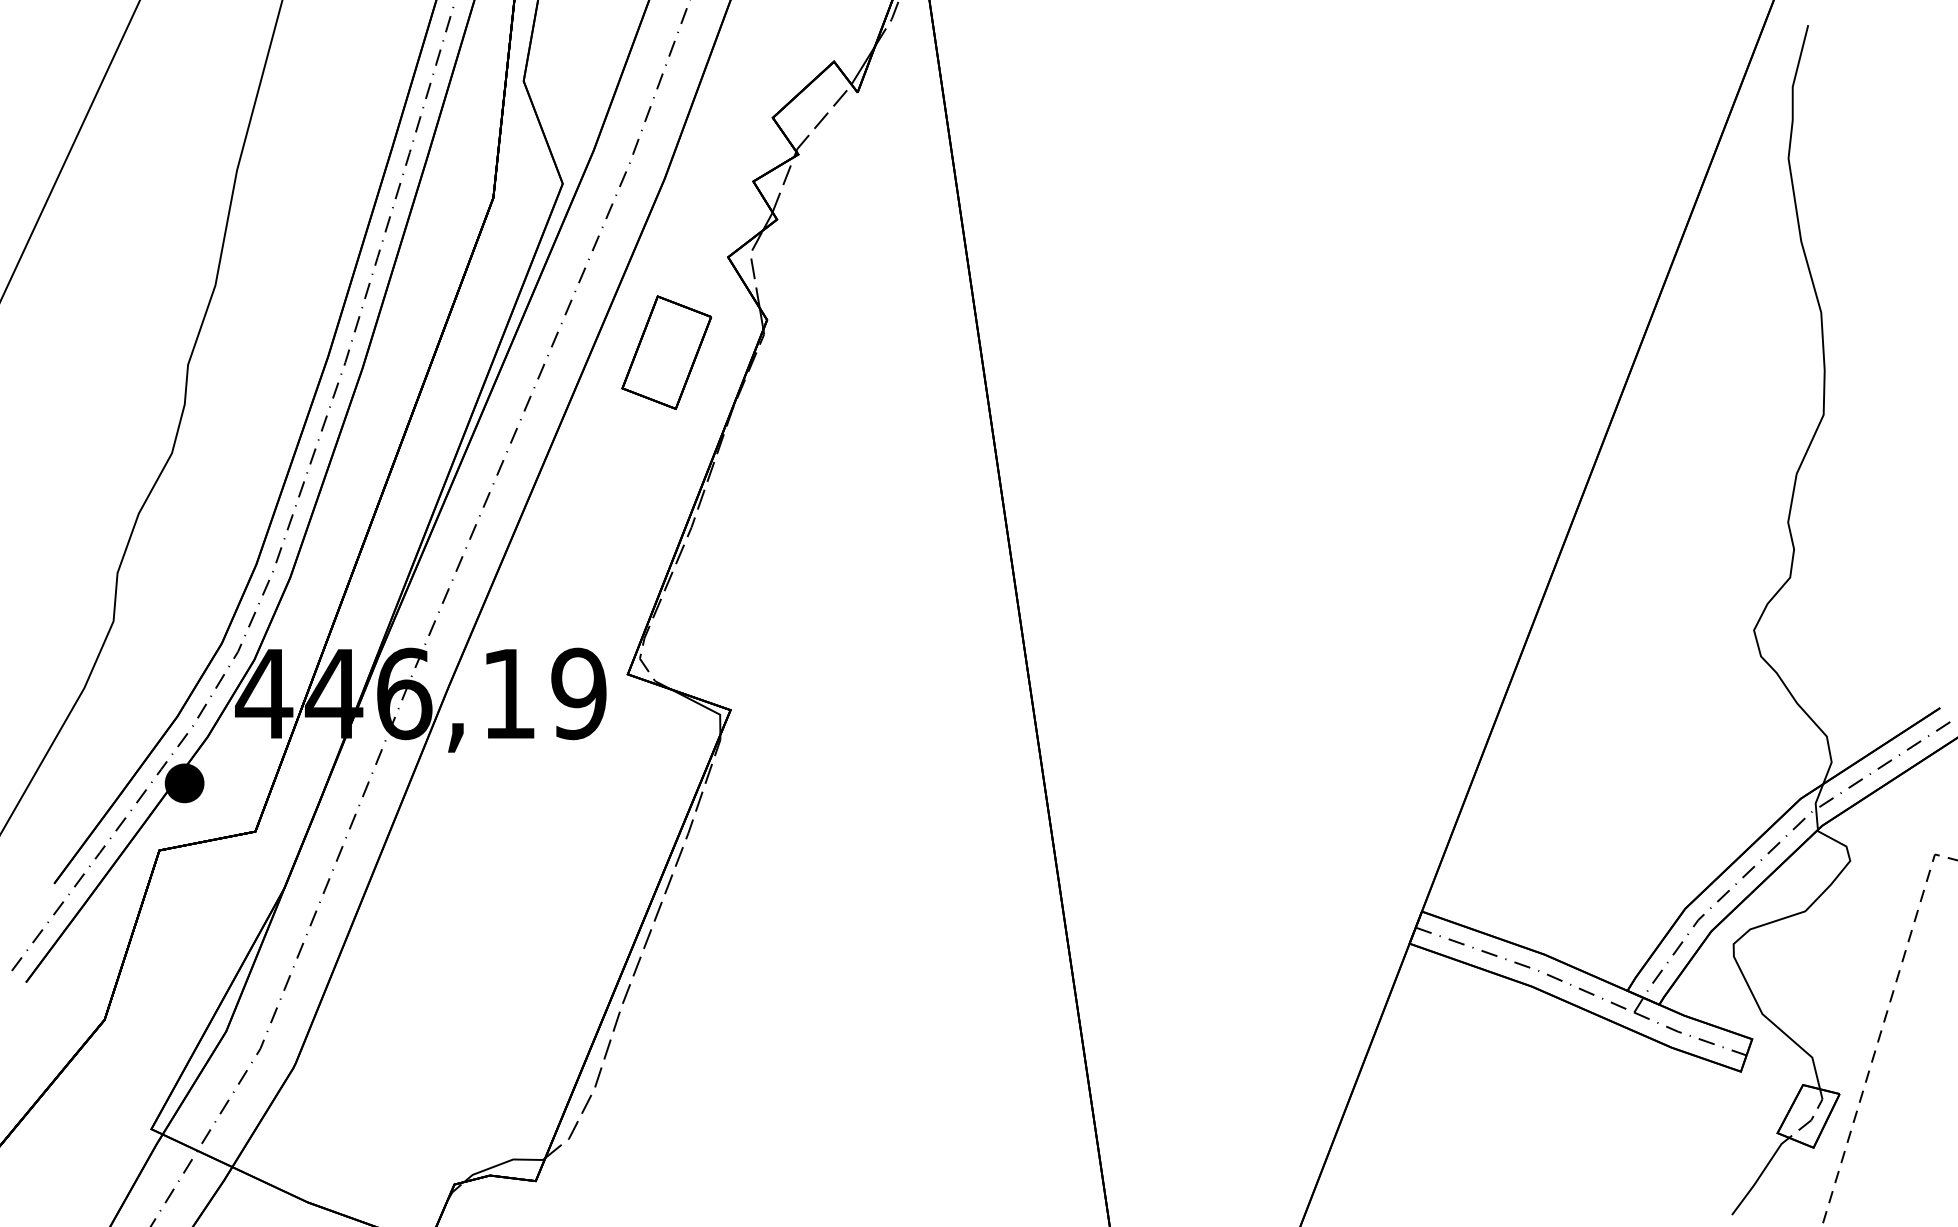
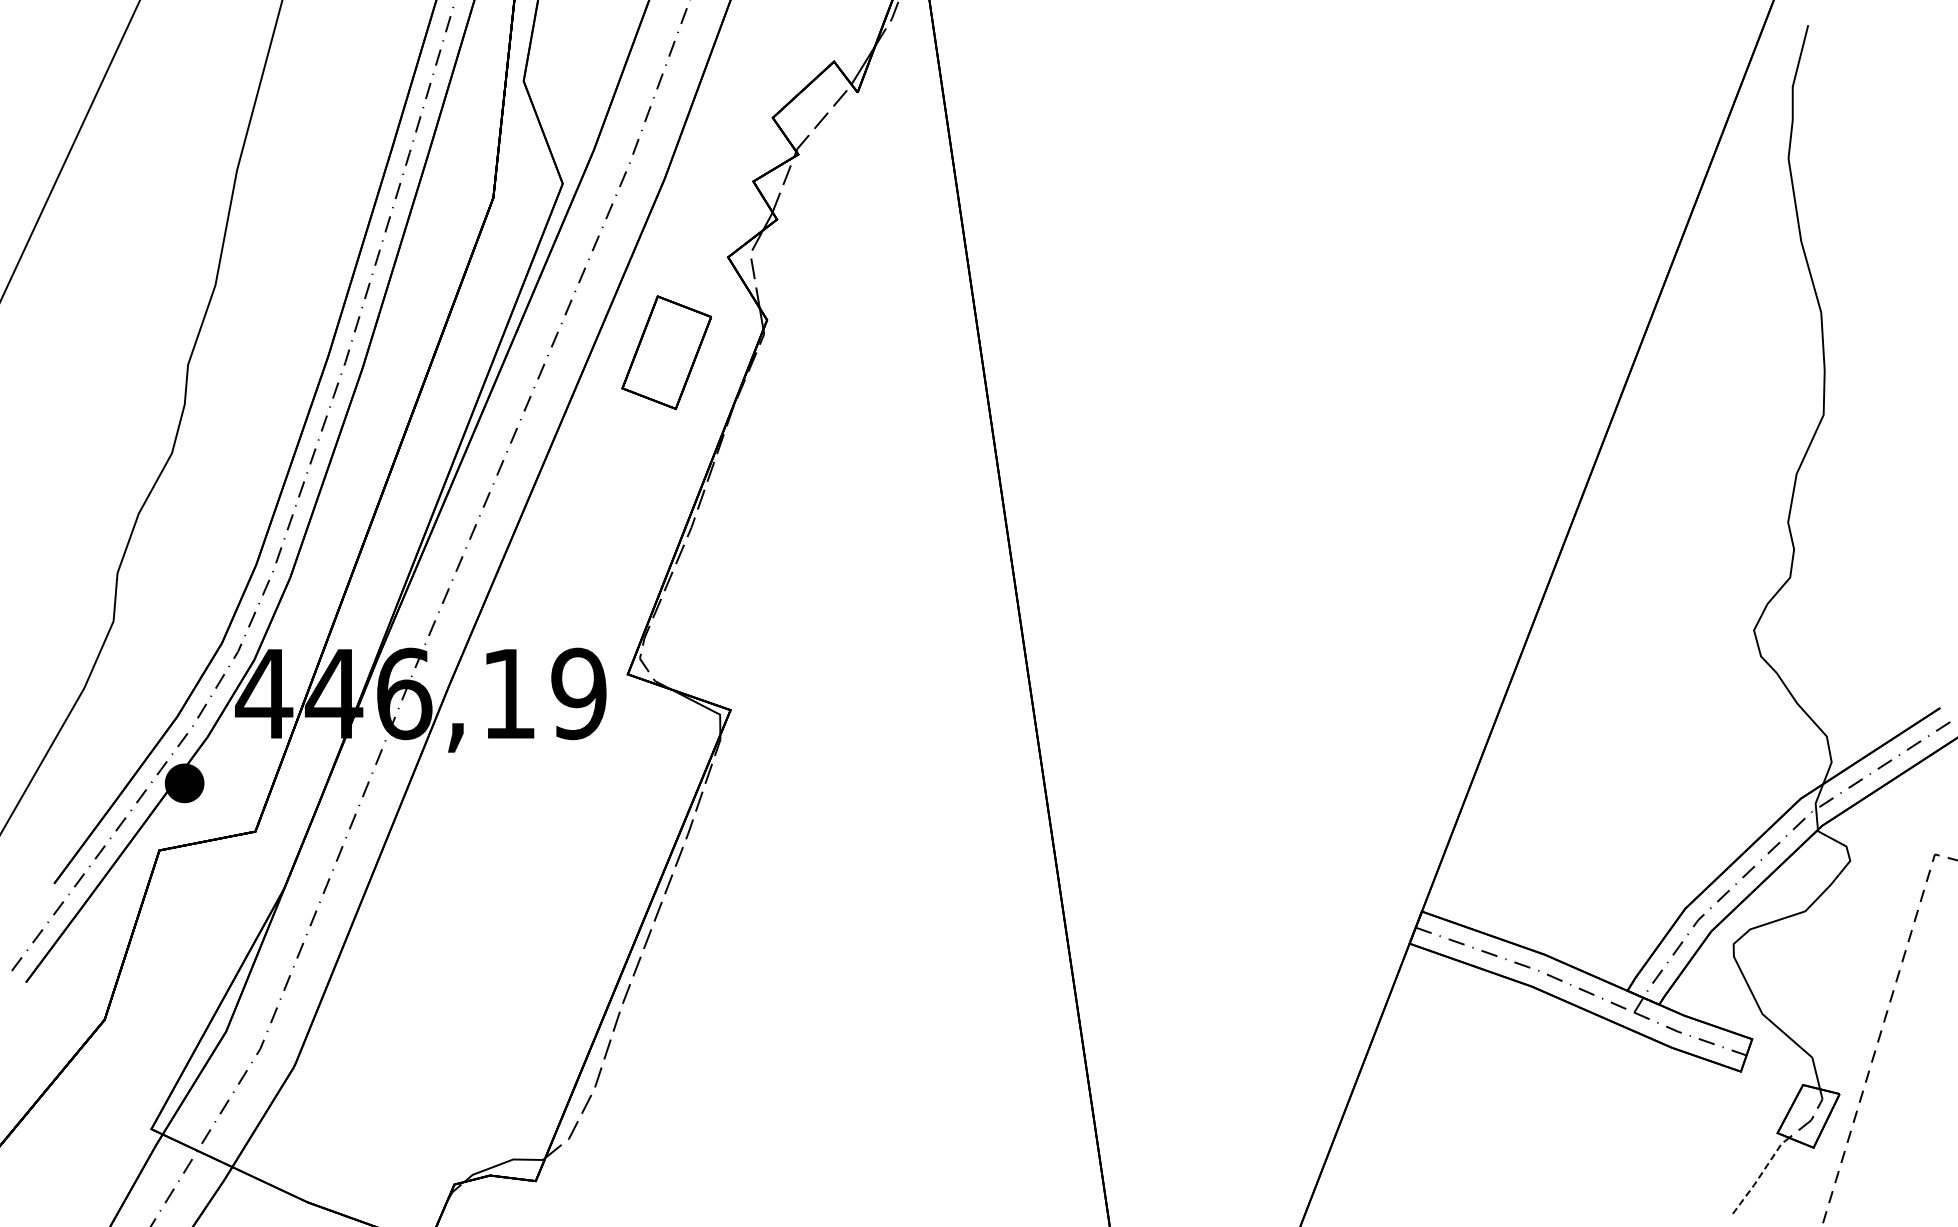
line at (1760, 1176): solid -> dashed
